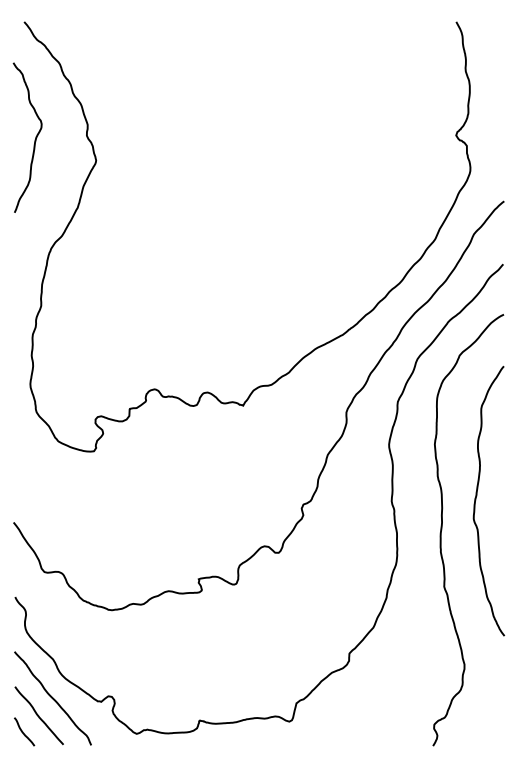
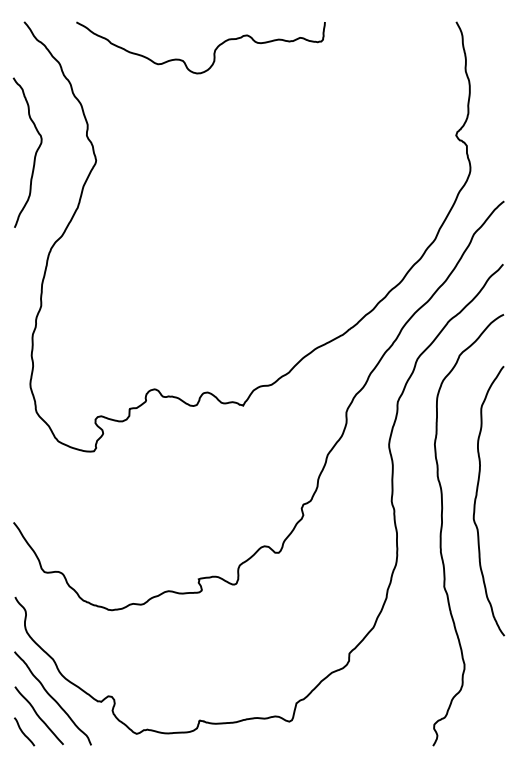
curve at (213, 52): none -> present
curve at (34, 139) position: (34, 139) -> (34, 154)
